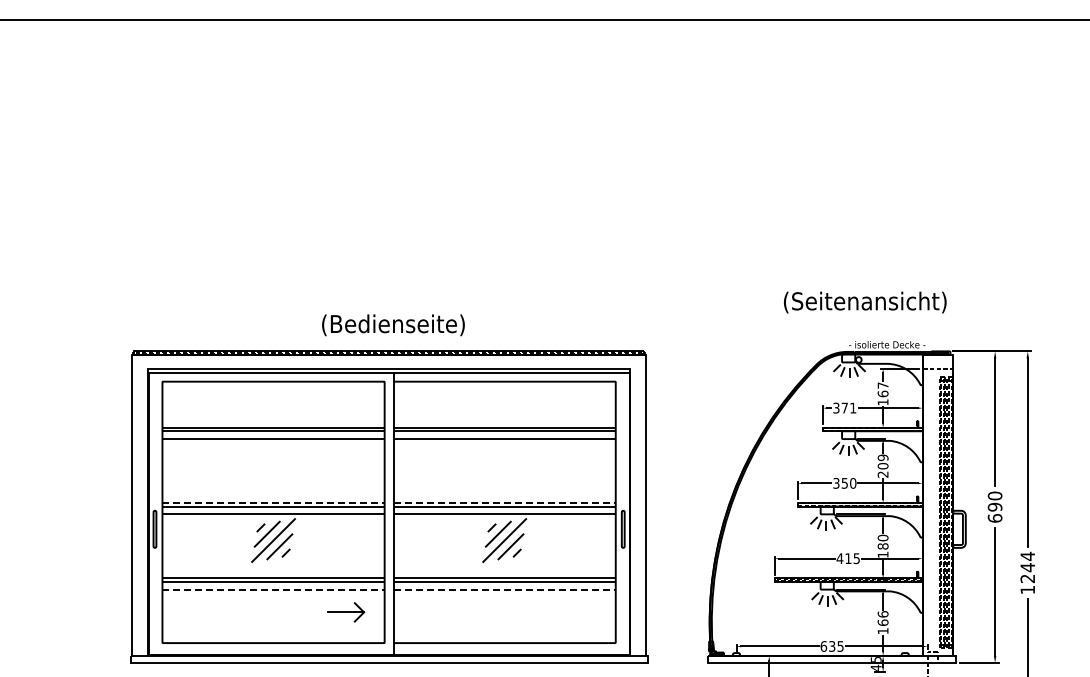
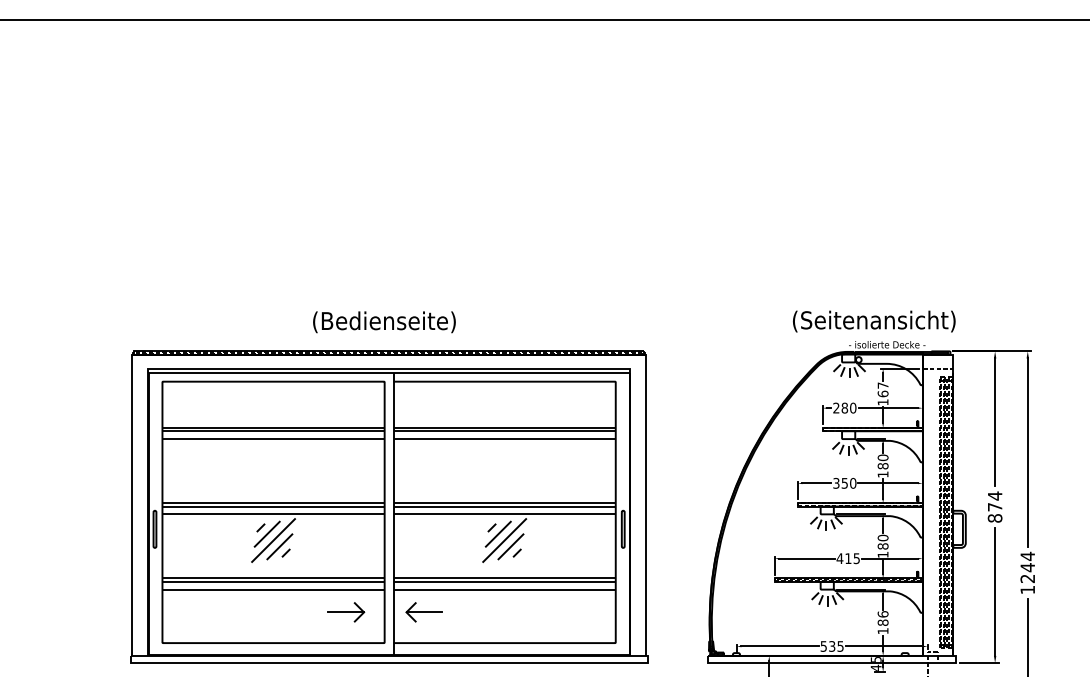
text at (865, 302) position: (865, 302) -> (874, 321)
text at (393, 325) position: (393, 325) -> (384, 322)
text at (844, 407): 371 -> 280
text at (882, 465): 209 -> 180
line at (274, 502): dashed -> solid
line at (505, 502): dashed -> solid
text at (994, 506): 690 -> 874
line at (274, 589): dashed -> solid
line at (505, 589): dashed -> solid
part at (423, 612): none -> present
text at (882, 622): 166 -> 186
text at (823, 646): 635 -> 535
